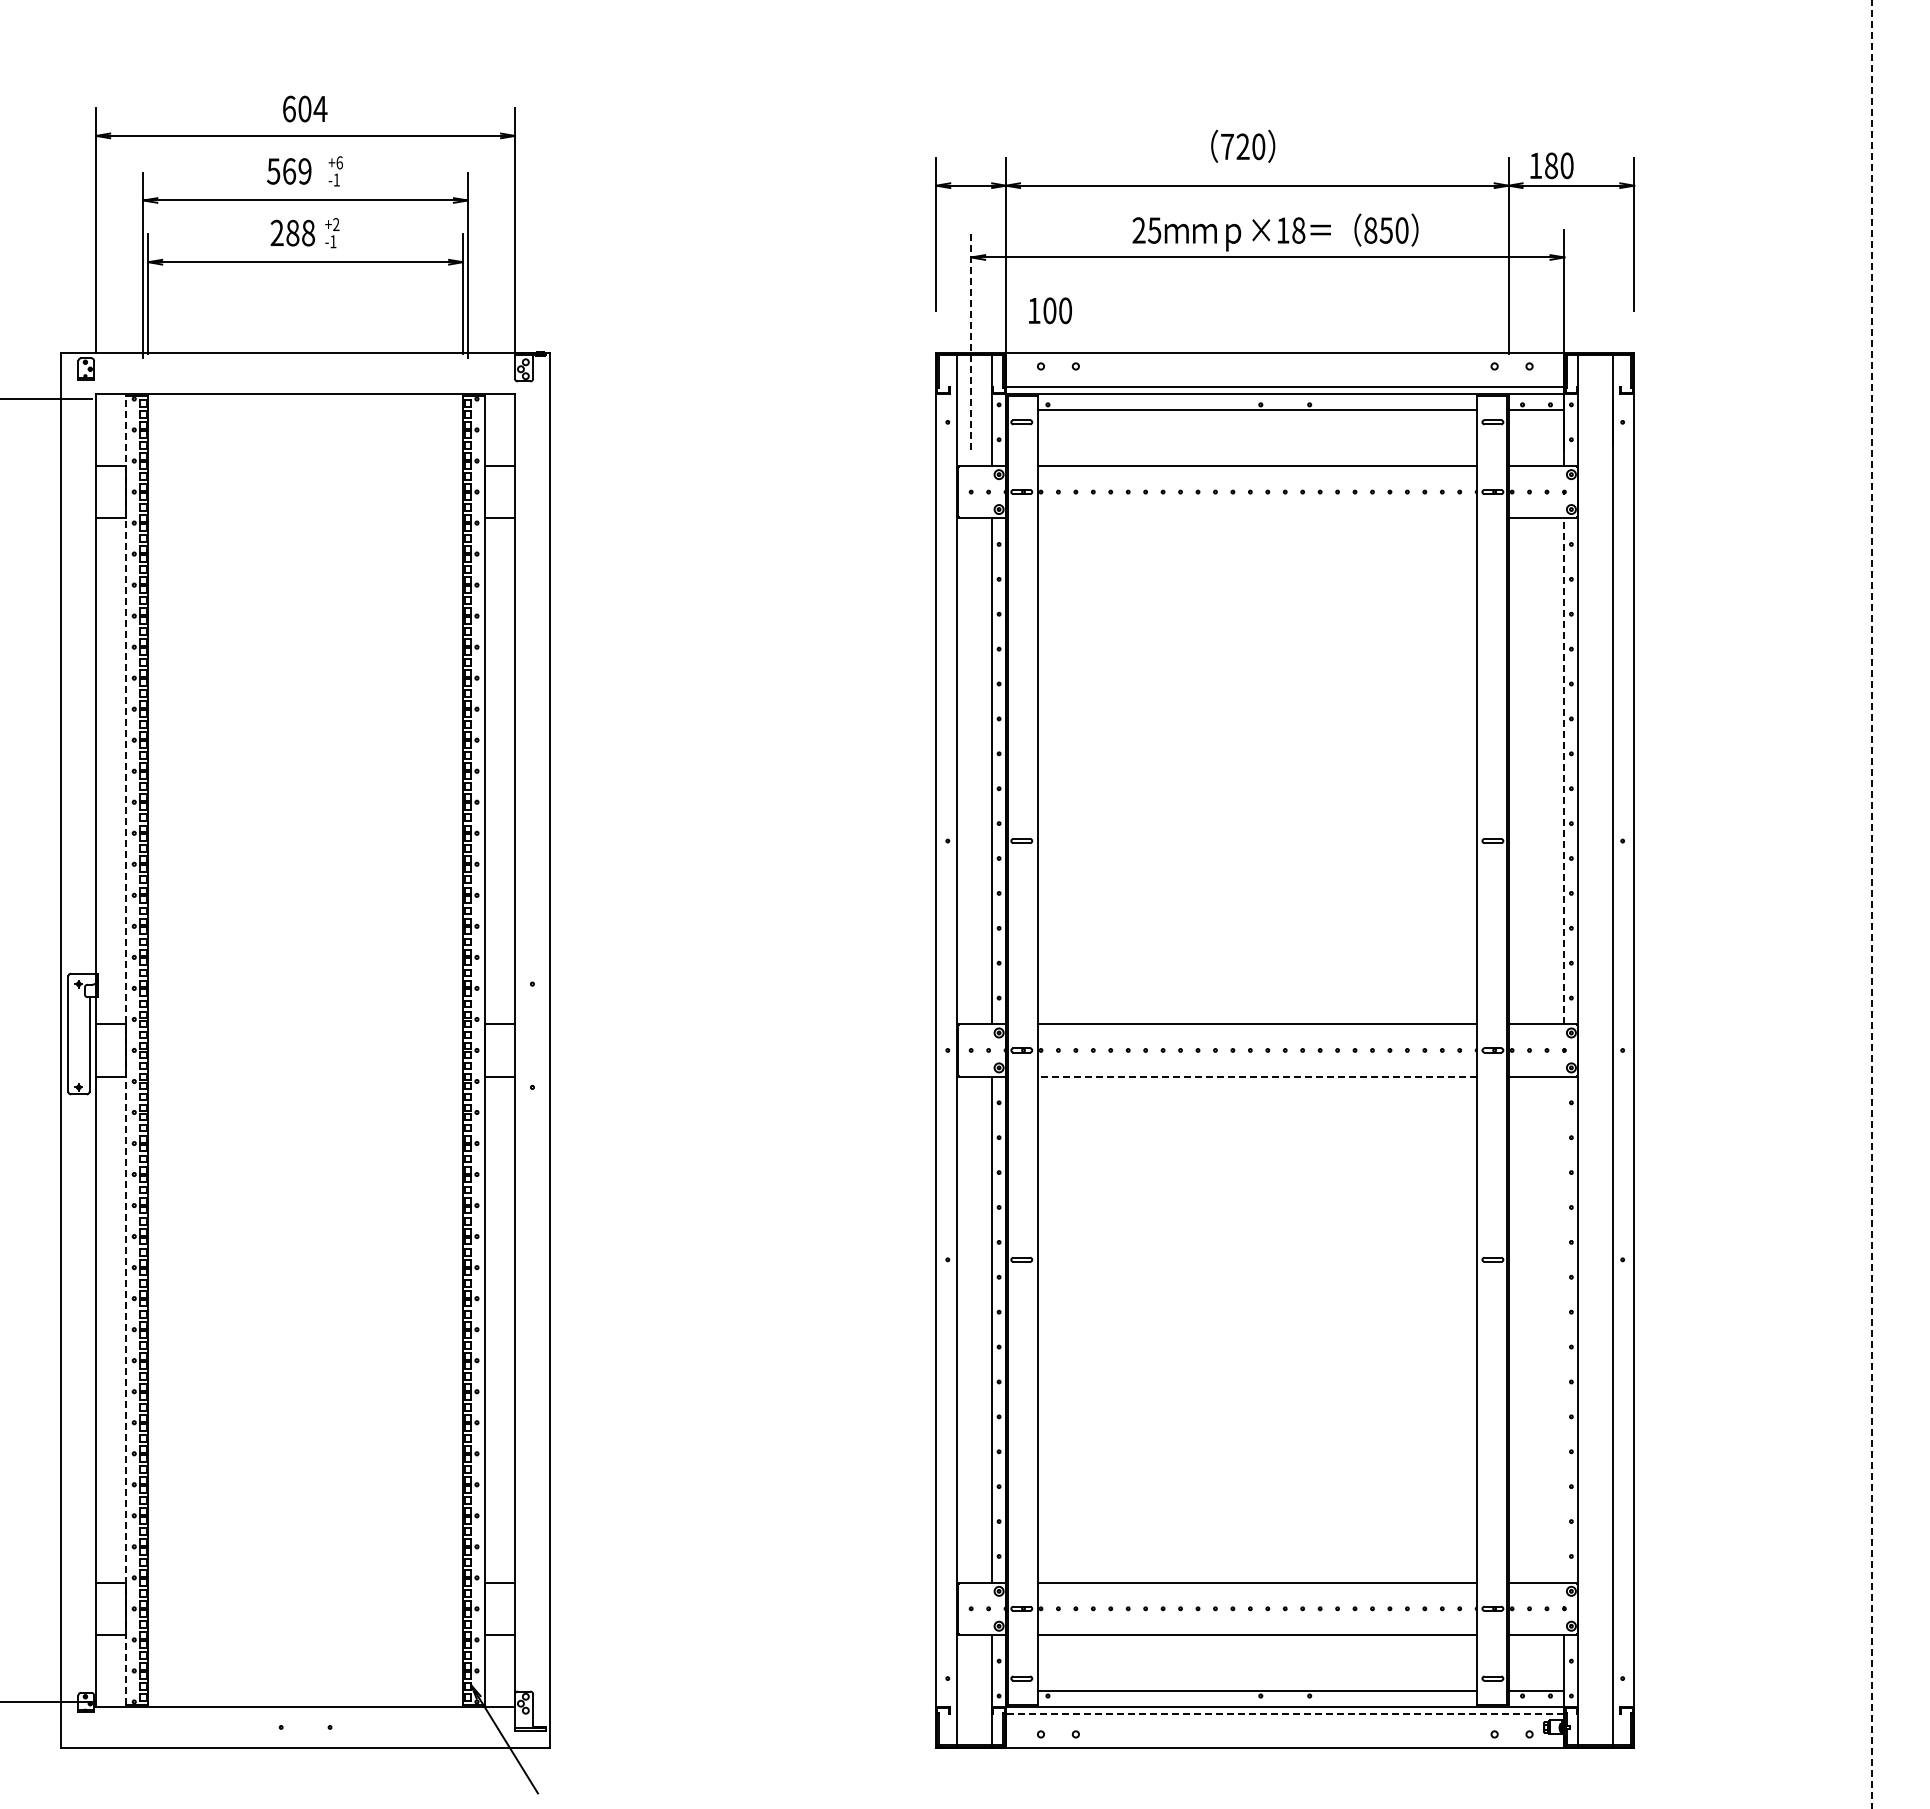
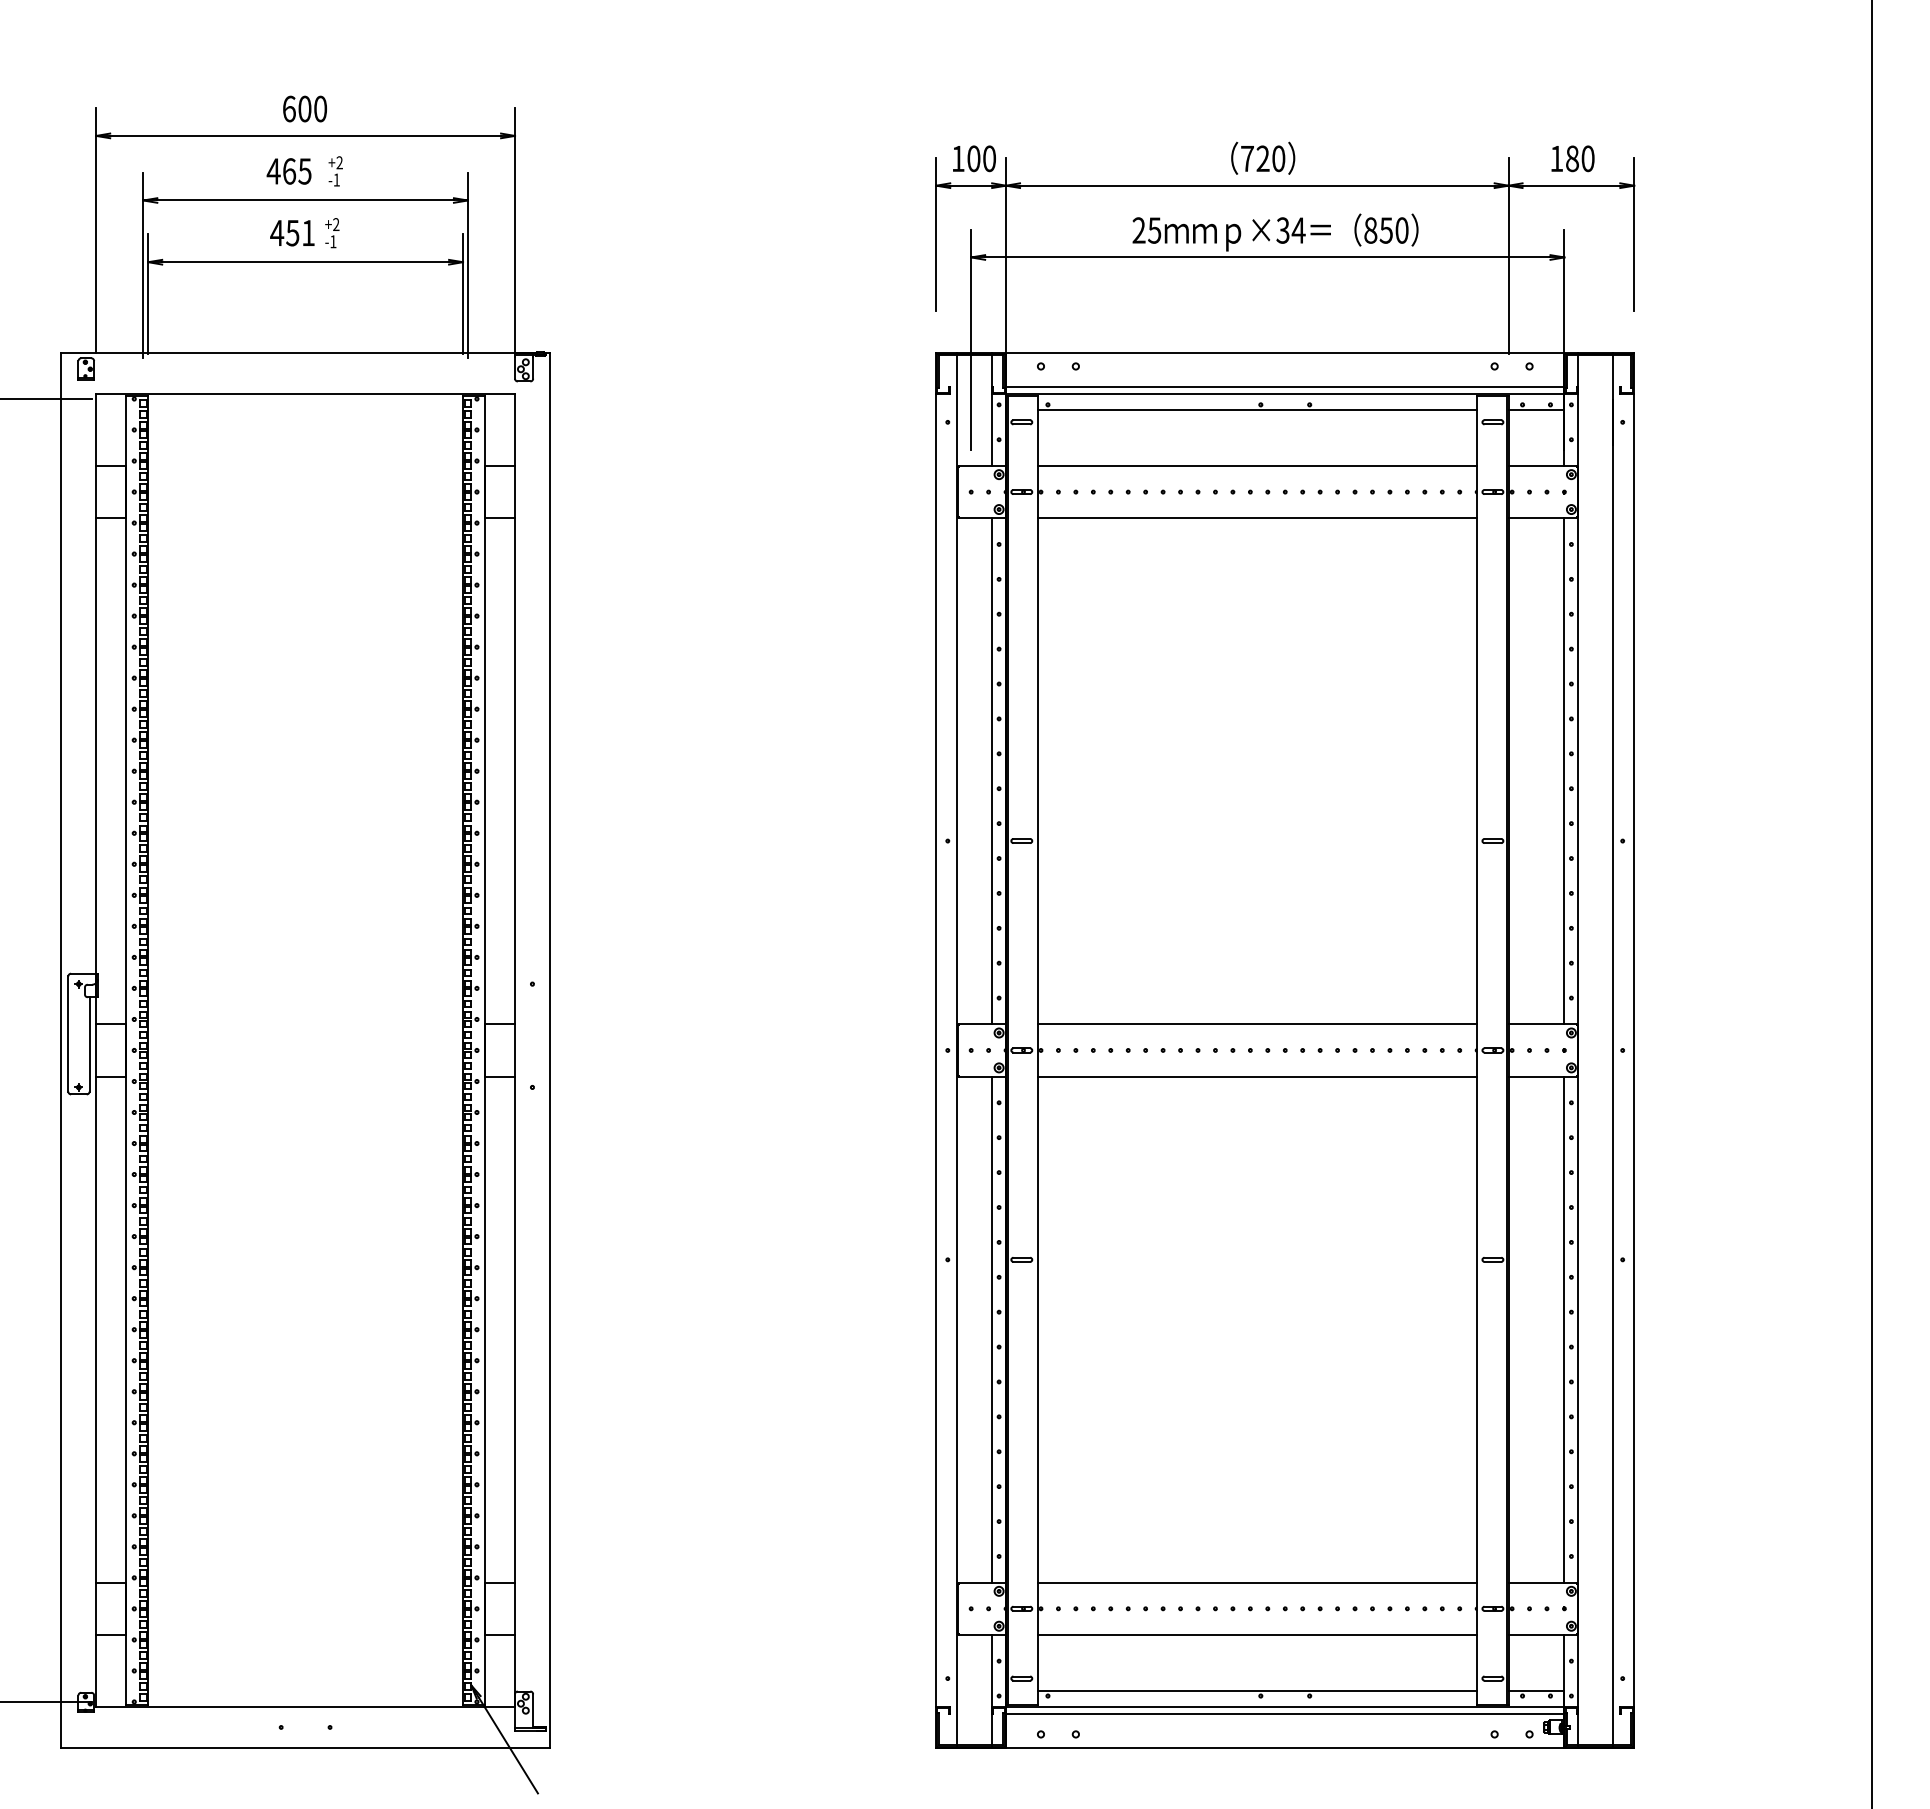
text at (320, 108): 604 -> 600
text at (1243, 145) position: (1243, 145) -> (1263, 157)
text at (339, 162): +6 -> +2
text at (1551, 165) position: (1551, 165) -> (1572, 158)
text at (288, 171): 569 -> 465
text at (1290, 230): ×18 -> ×34
text at (292, 232): 288 -> 451
text at (1050, 310) position: (1050, 310) -> (974, 158)
line at (971, 339): dashed -> solid
line at (1257, 518): none -> present
line at (1564, 770): dashed -> solid
line at (1872, 904): dashed -> solid
line at (125, 1049): dashed -> solid
line at (1257, 1076): dashed -> solid
line at (1564, 1329): none -> present
line at (1284, 1713): dashed -> solid
